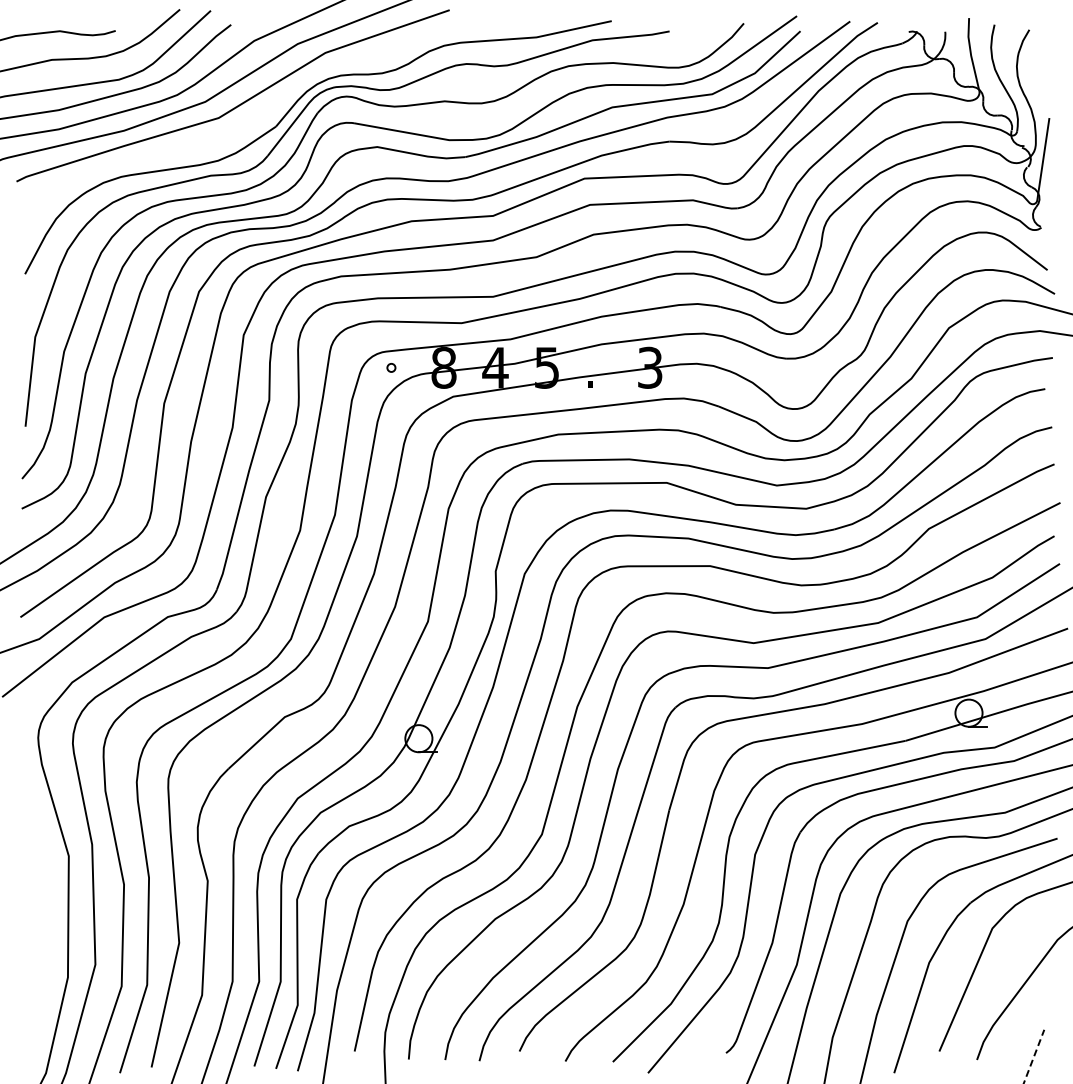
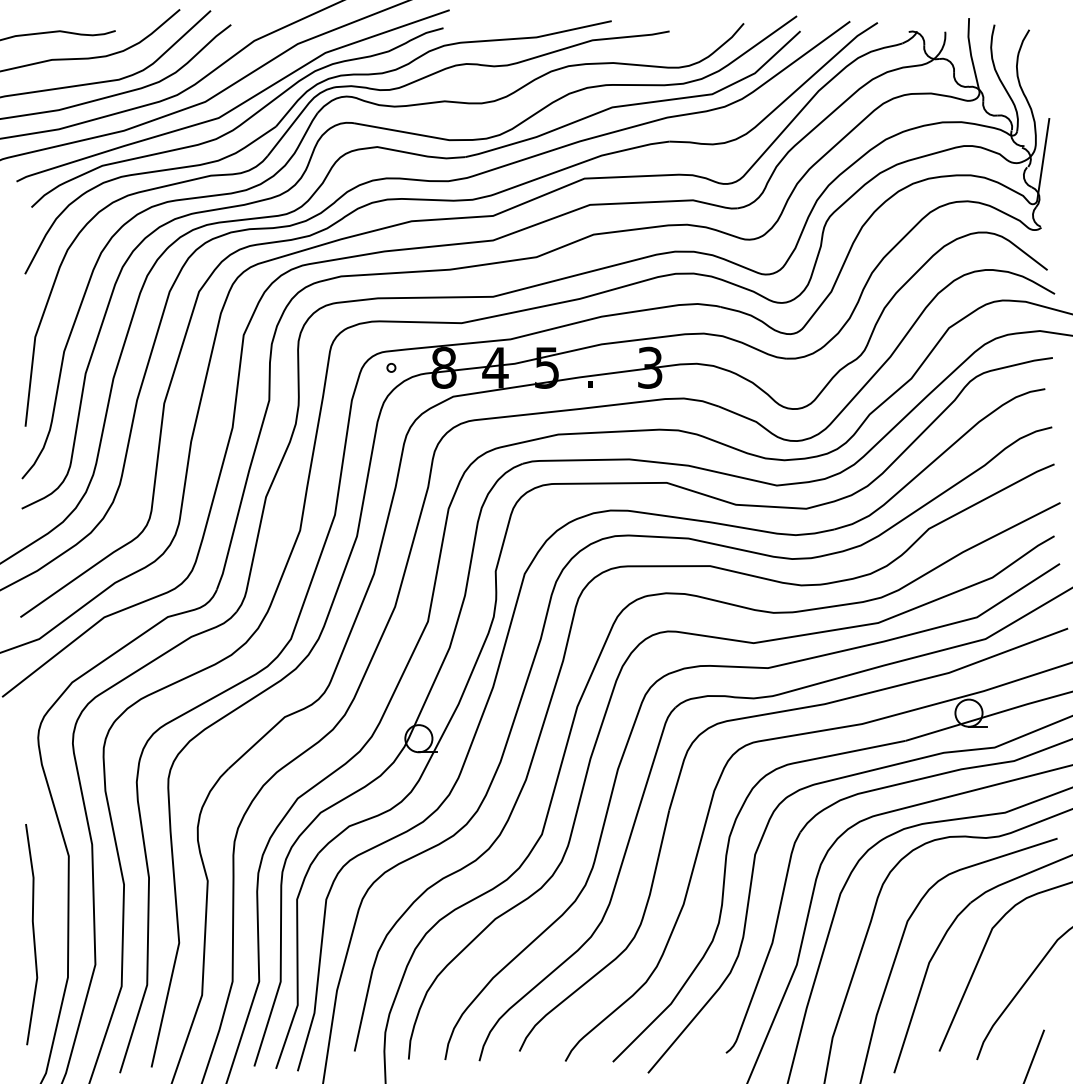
curve at (240, 123): none -> present
line at (32, 933): none -> present
line at (1034, 1056): dashed -> solid
